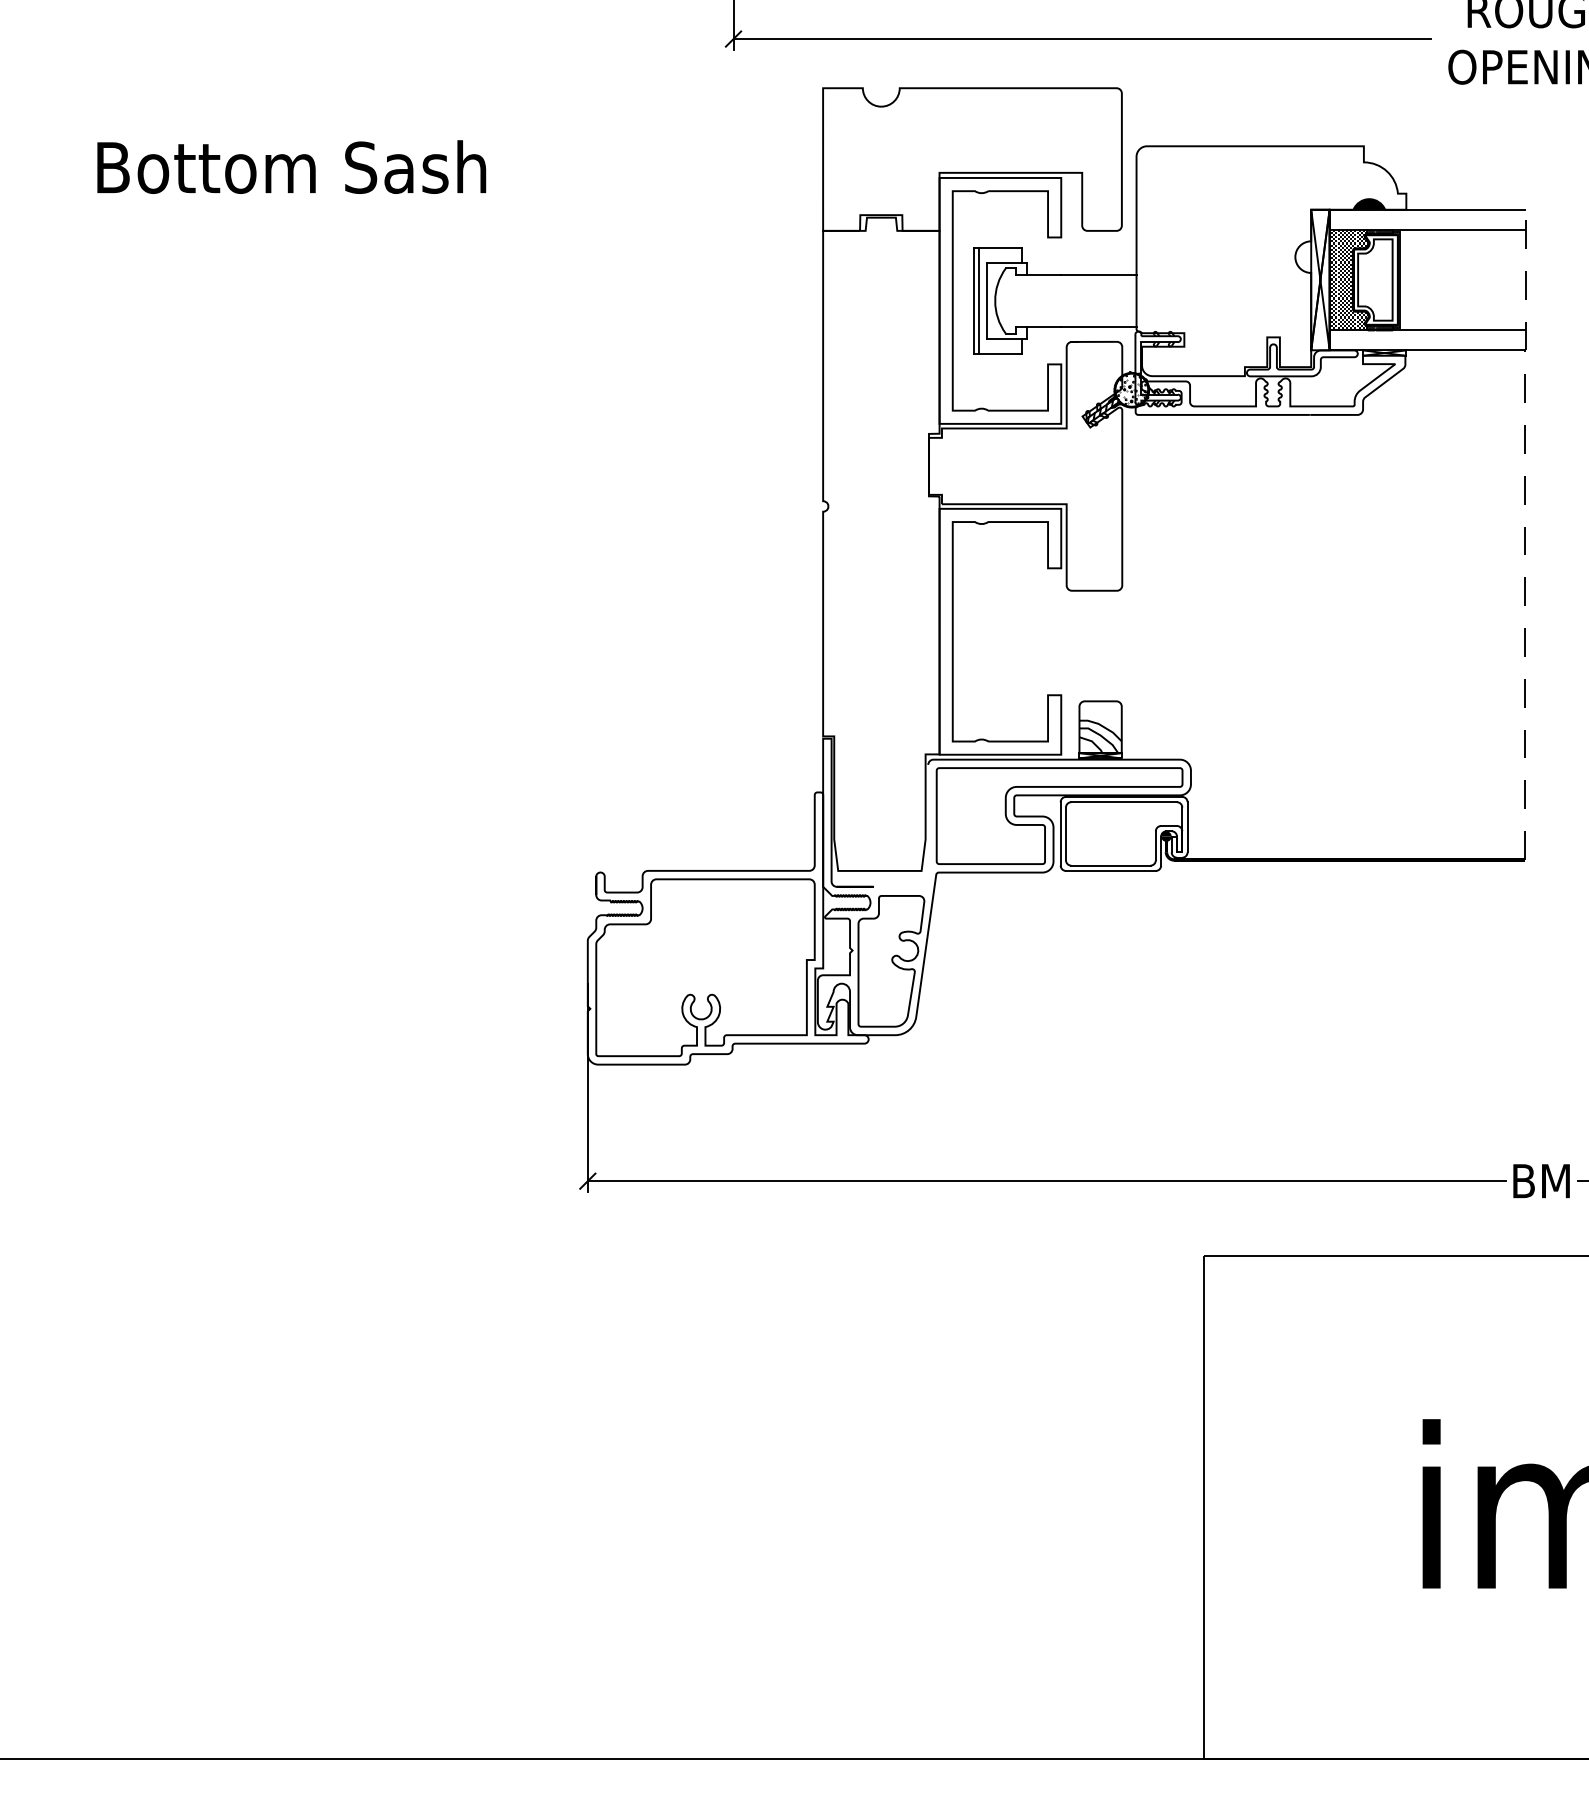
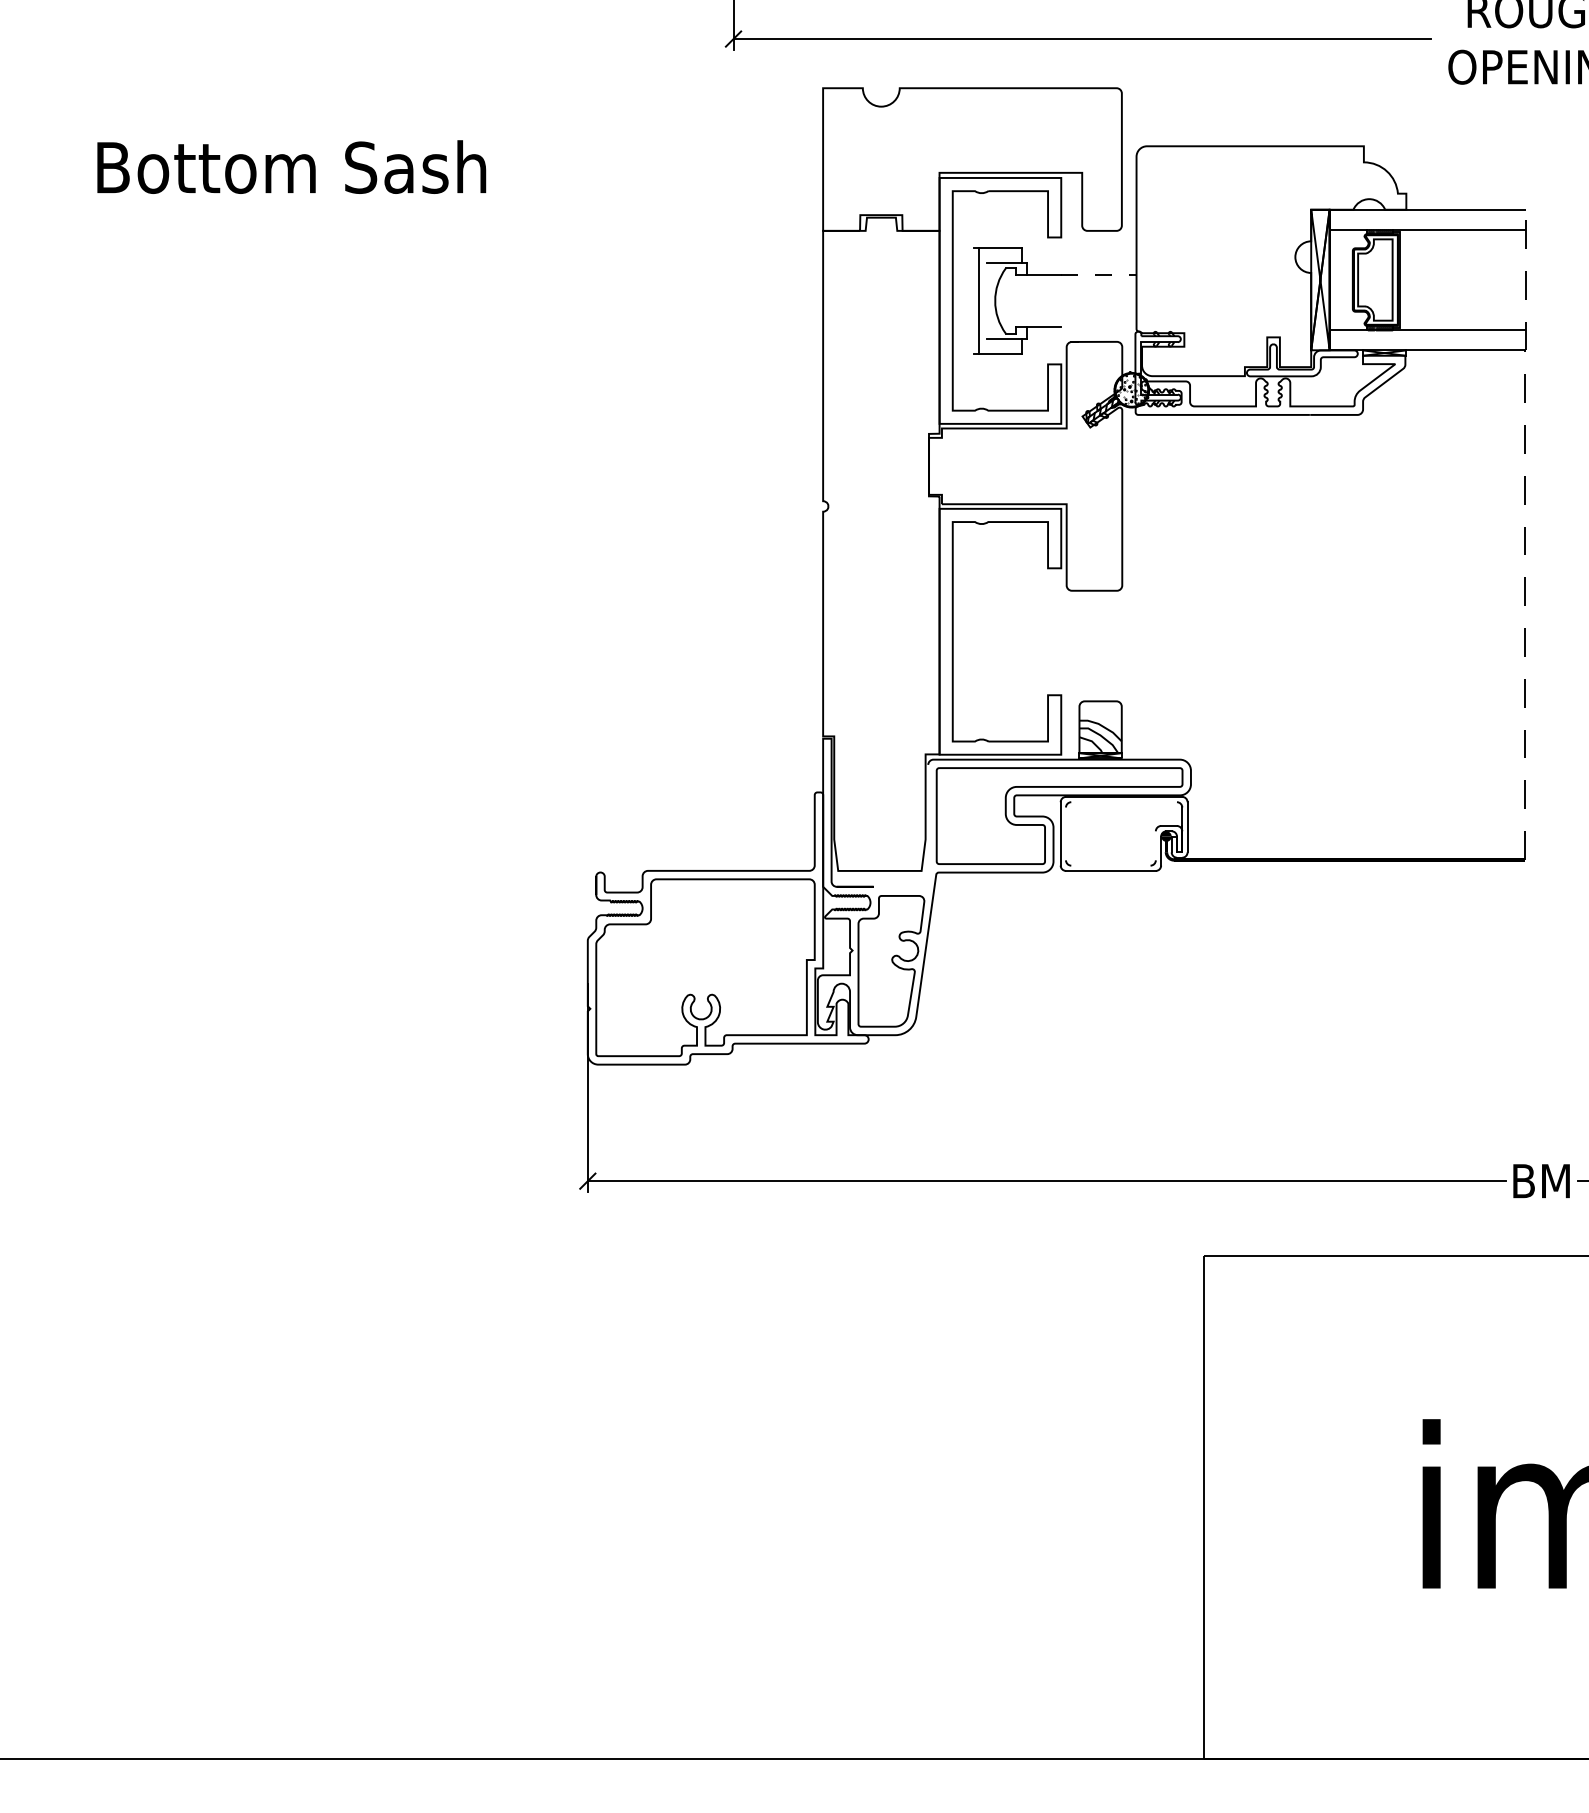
fill at (1369, 204): present -> none
line at (1098, 274): solid -> dashed
hatch at (1349, 279): present -> none
line at (973, 300): present -> none
line at (987, 300): present -> none
line at (1098, 327): present -> none
line at (1123, 802): present -> none
line at (1065, 833): present -> none
line at (1155, 845): present -> none
line at (1110, 865): present -> none
